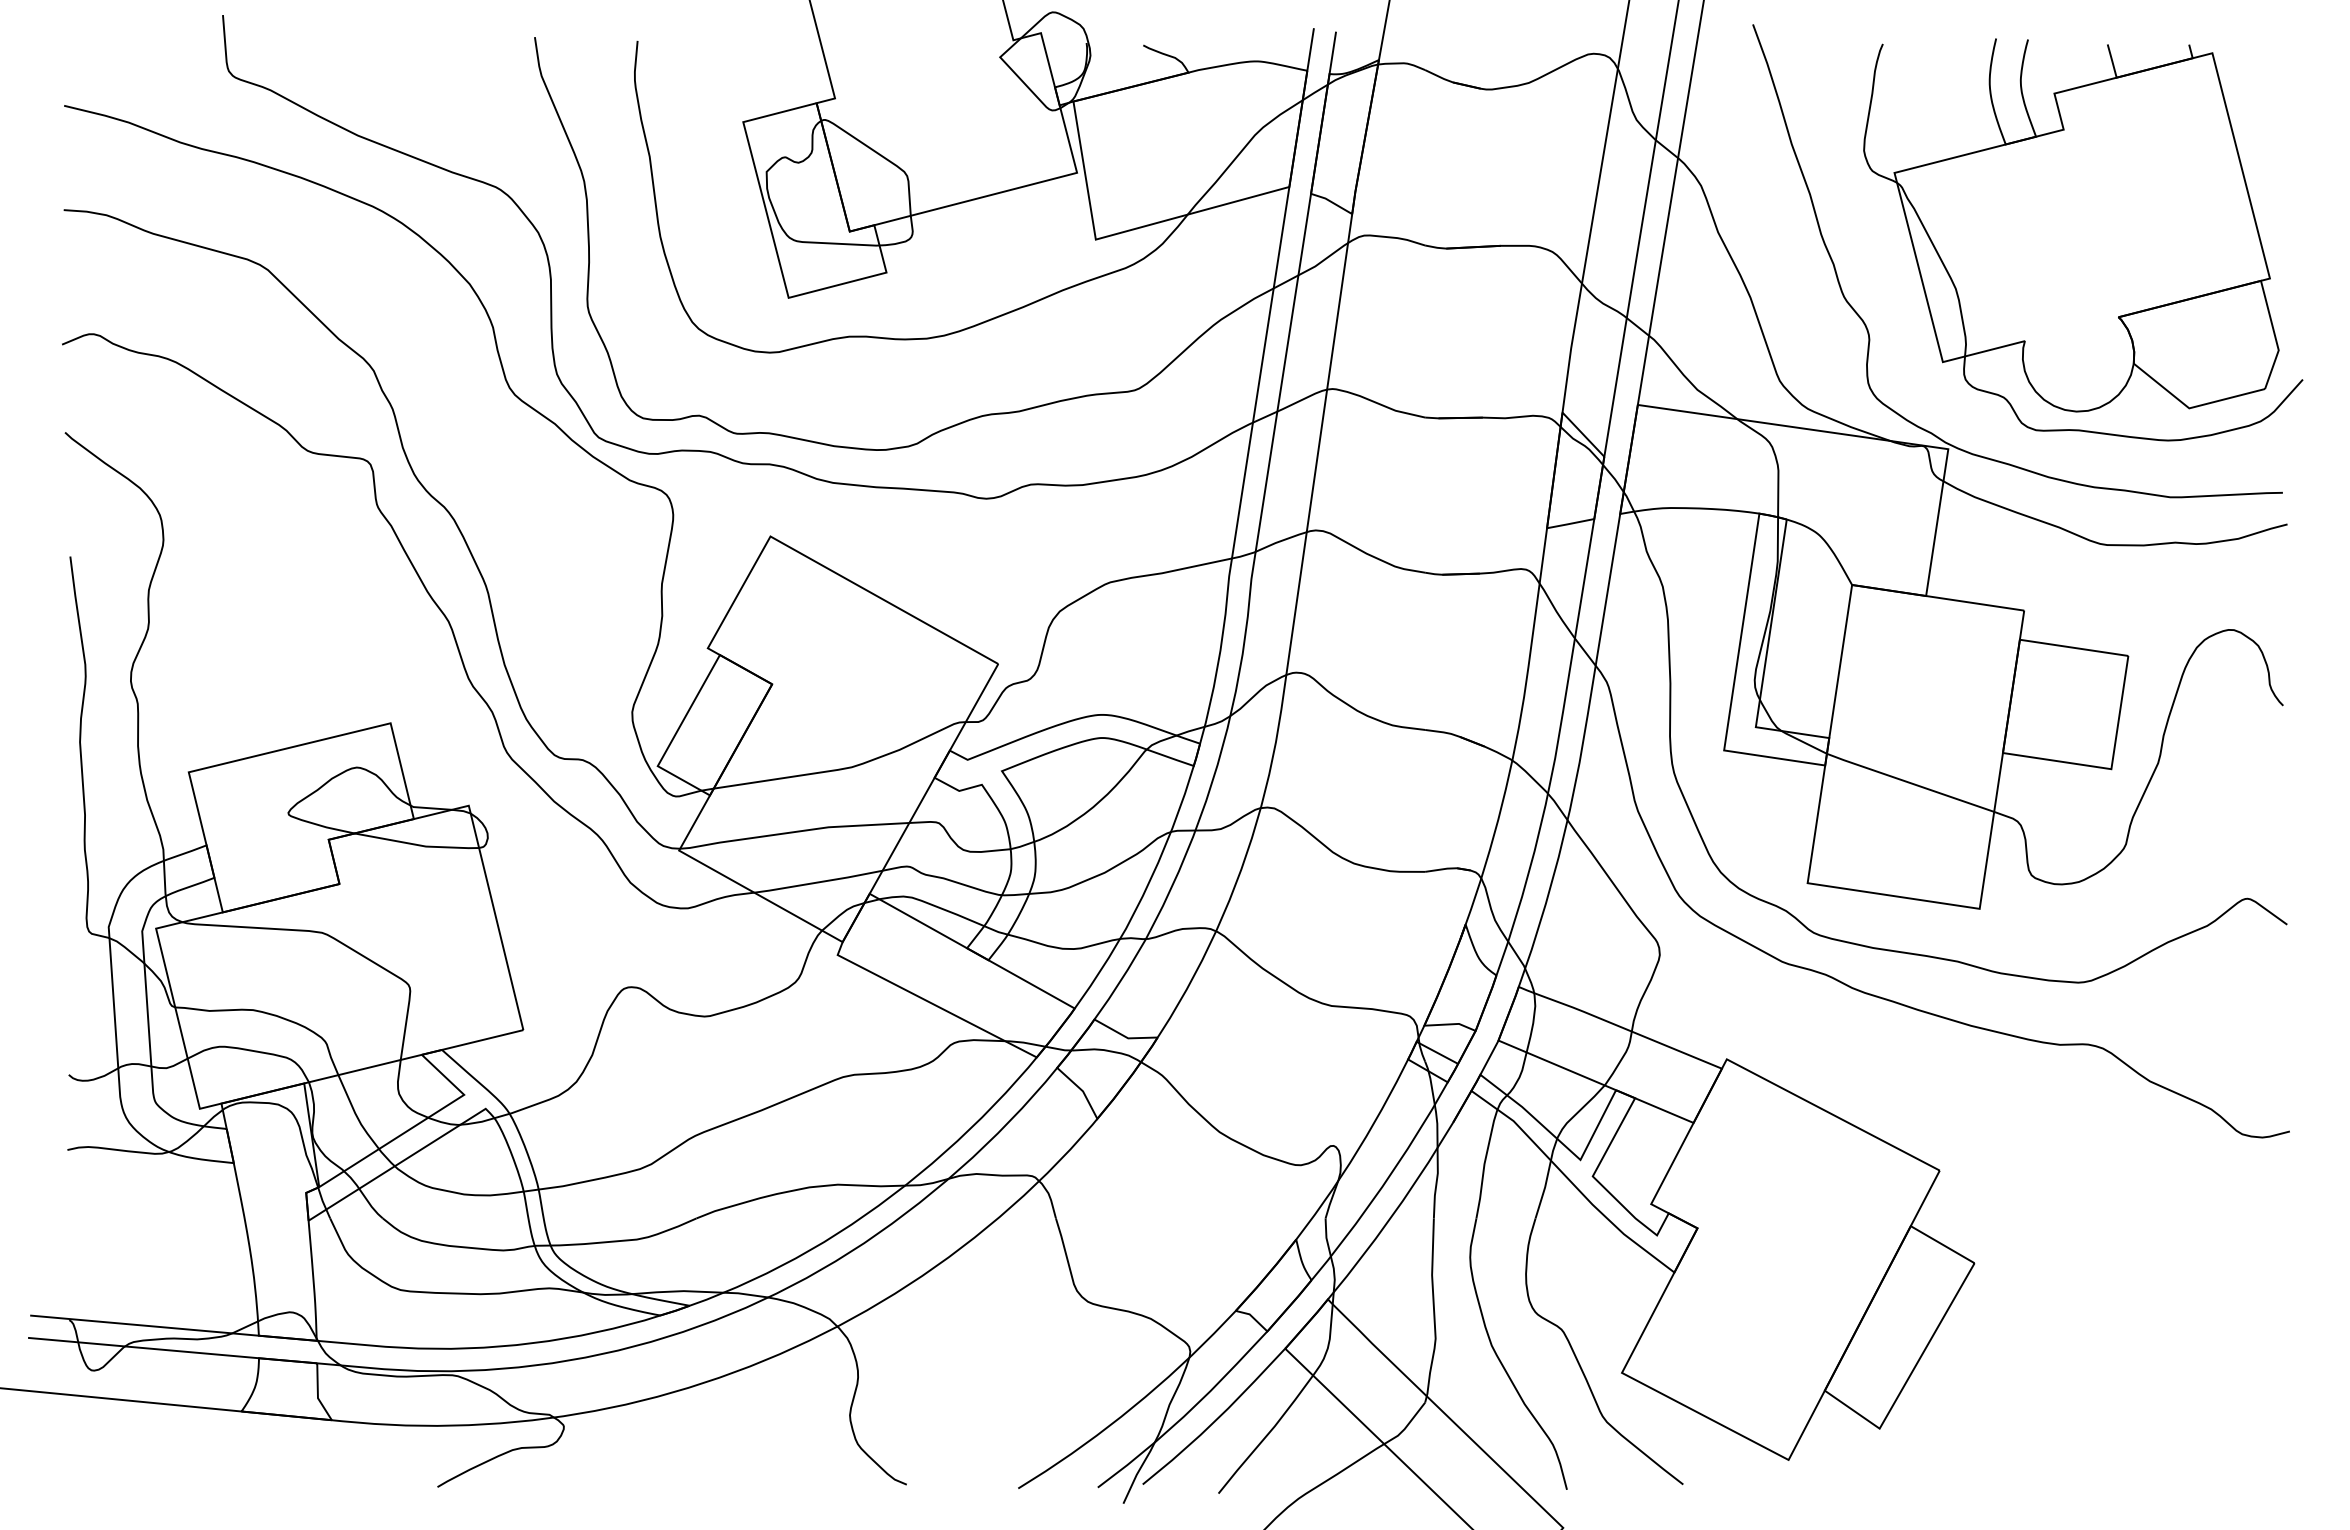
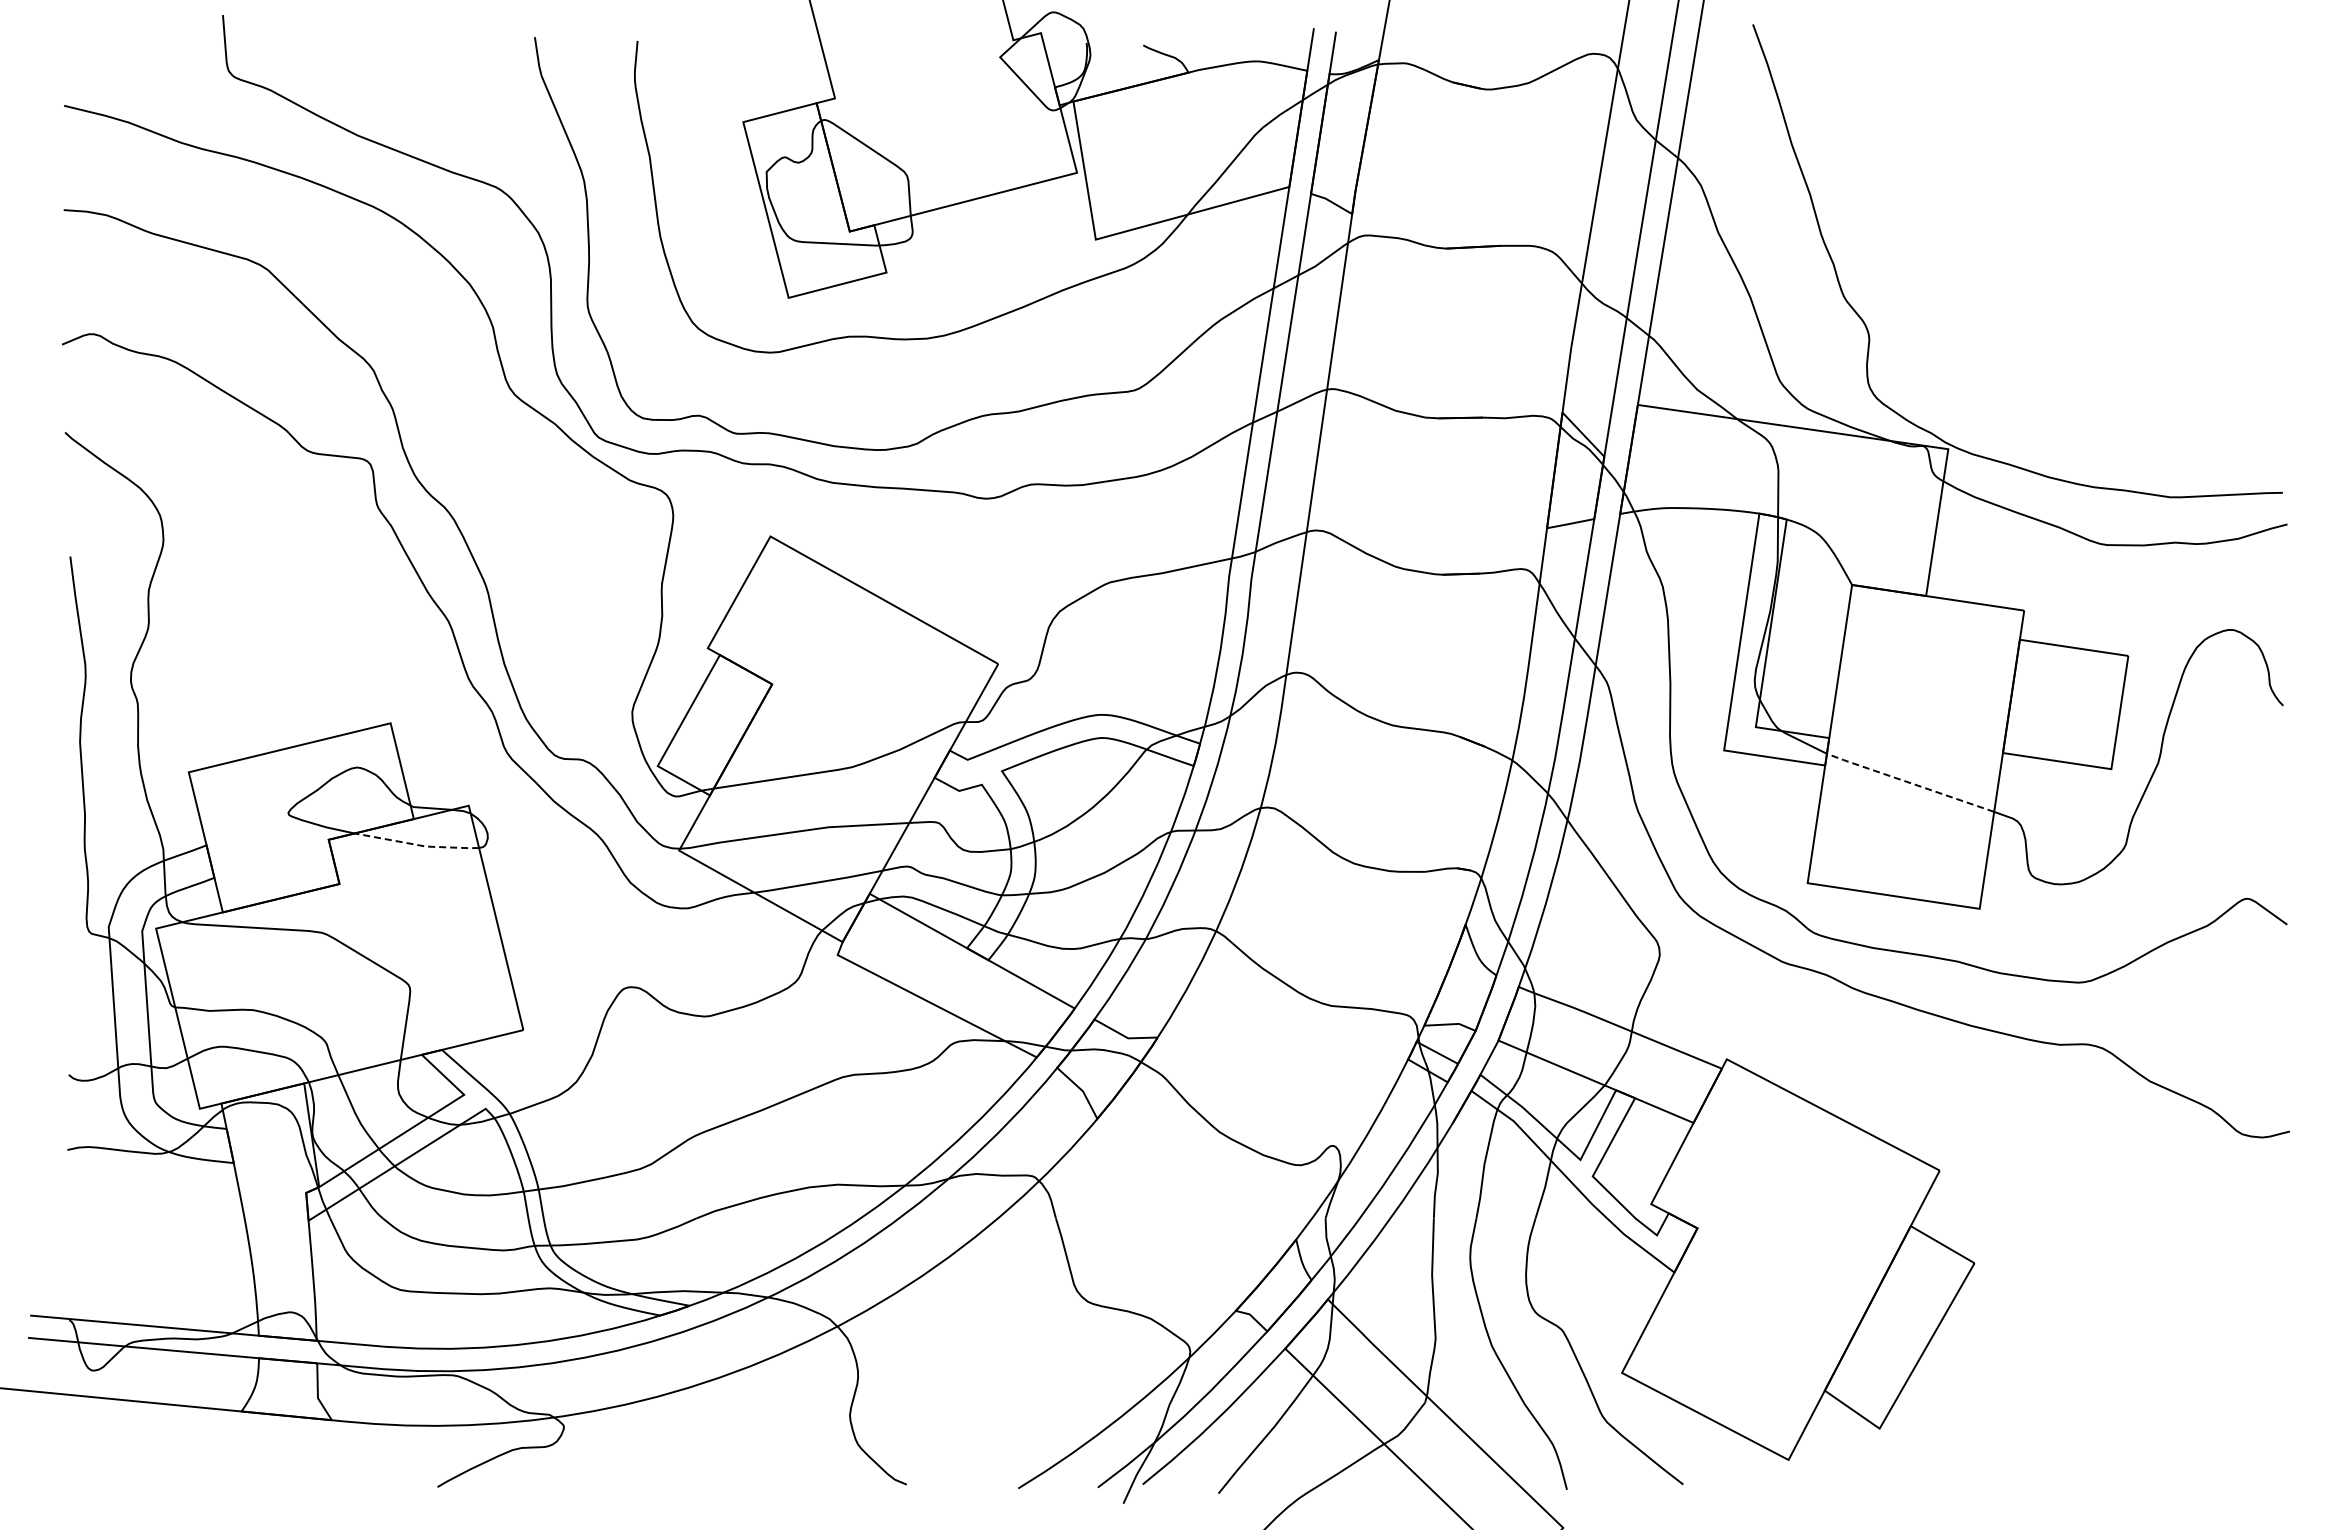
part at (2083, 239): present -> none
line at (1909, 782): solid -> dashed
line at (417, 844): solid -> dashed
